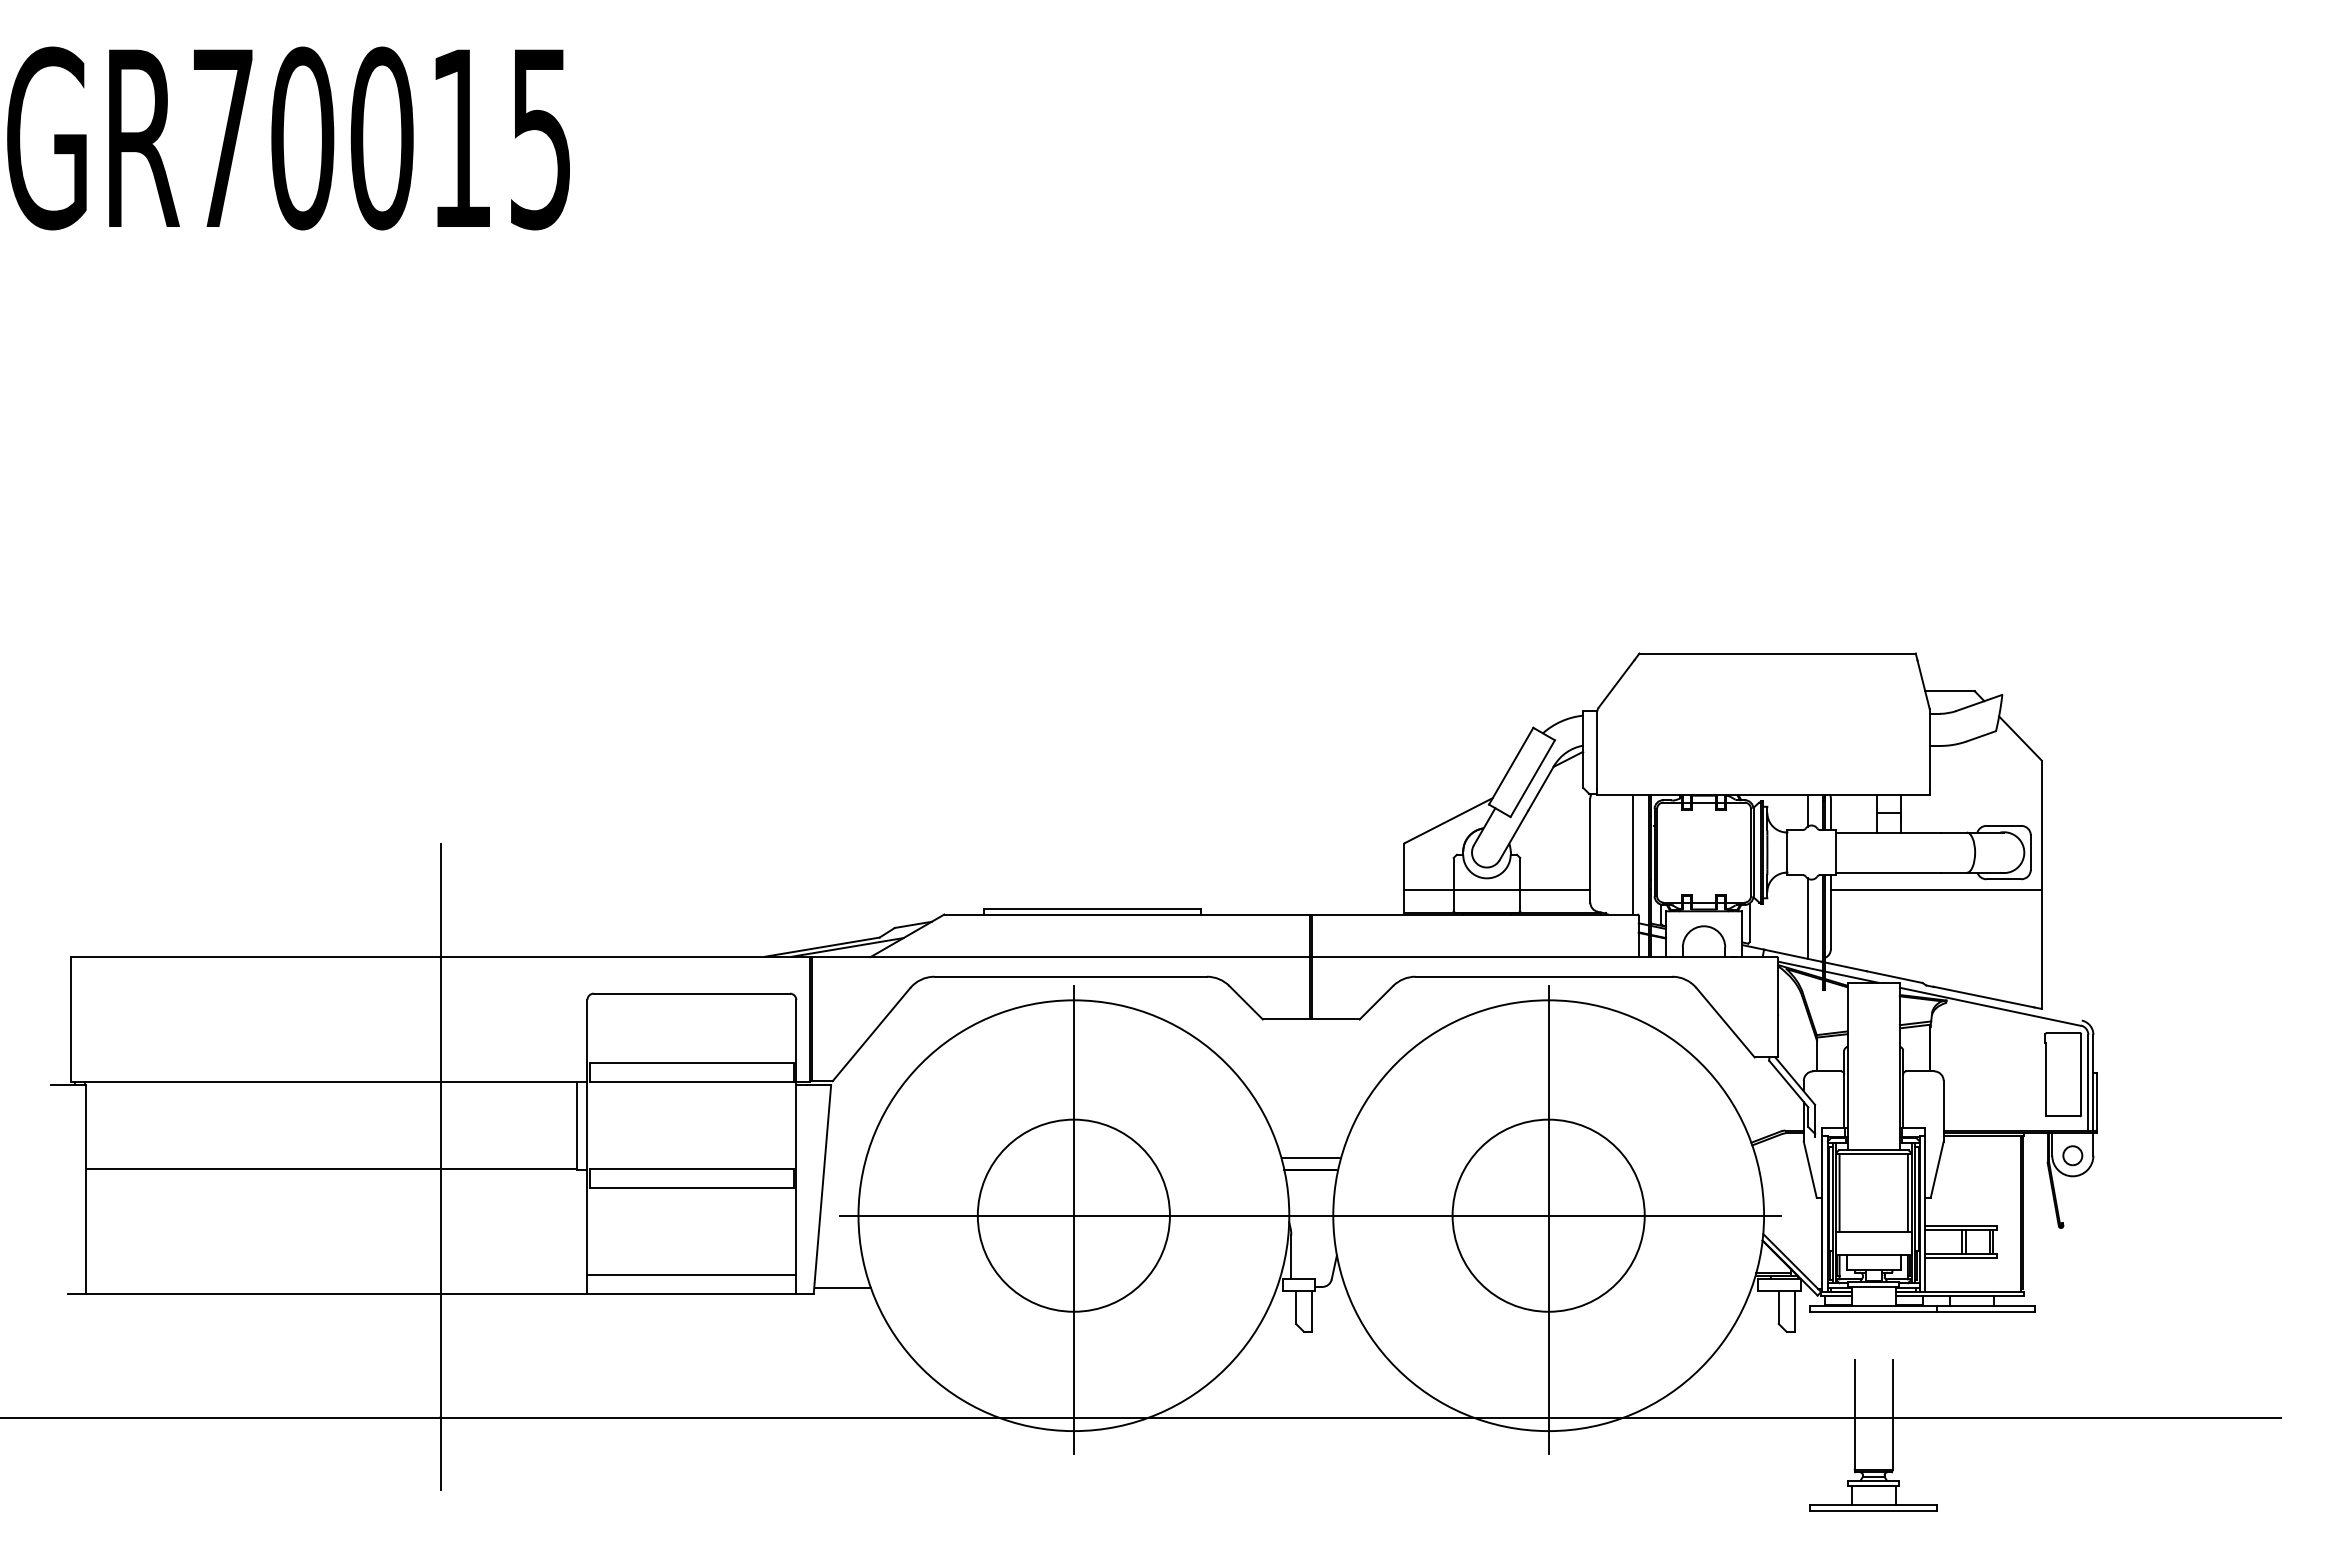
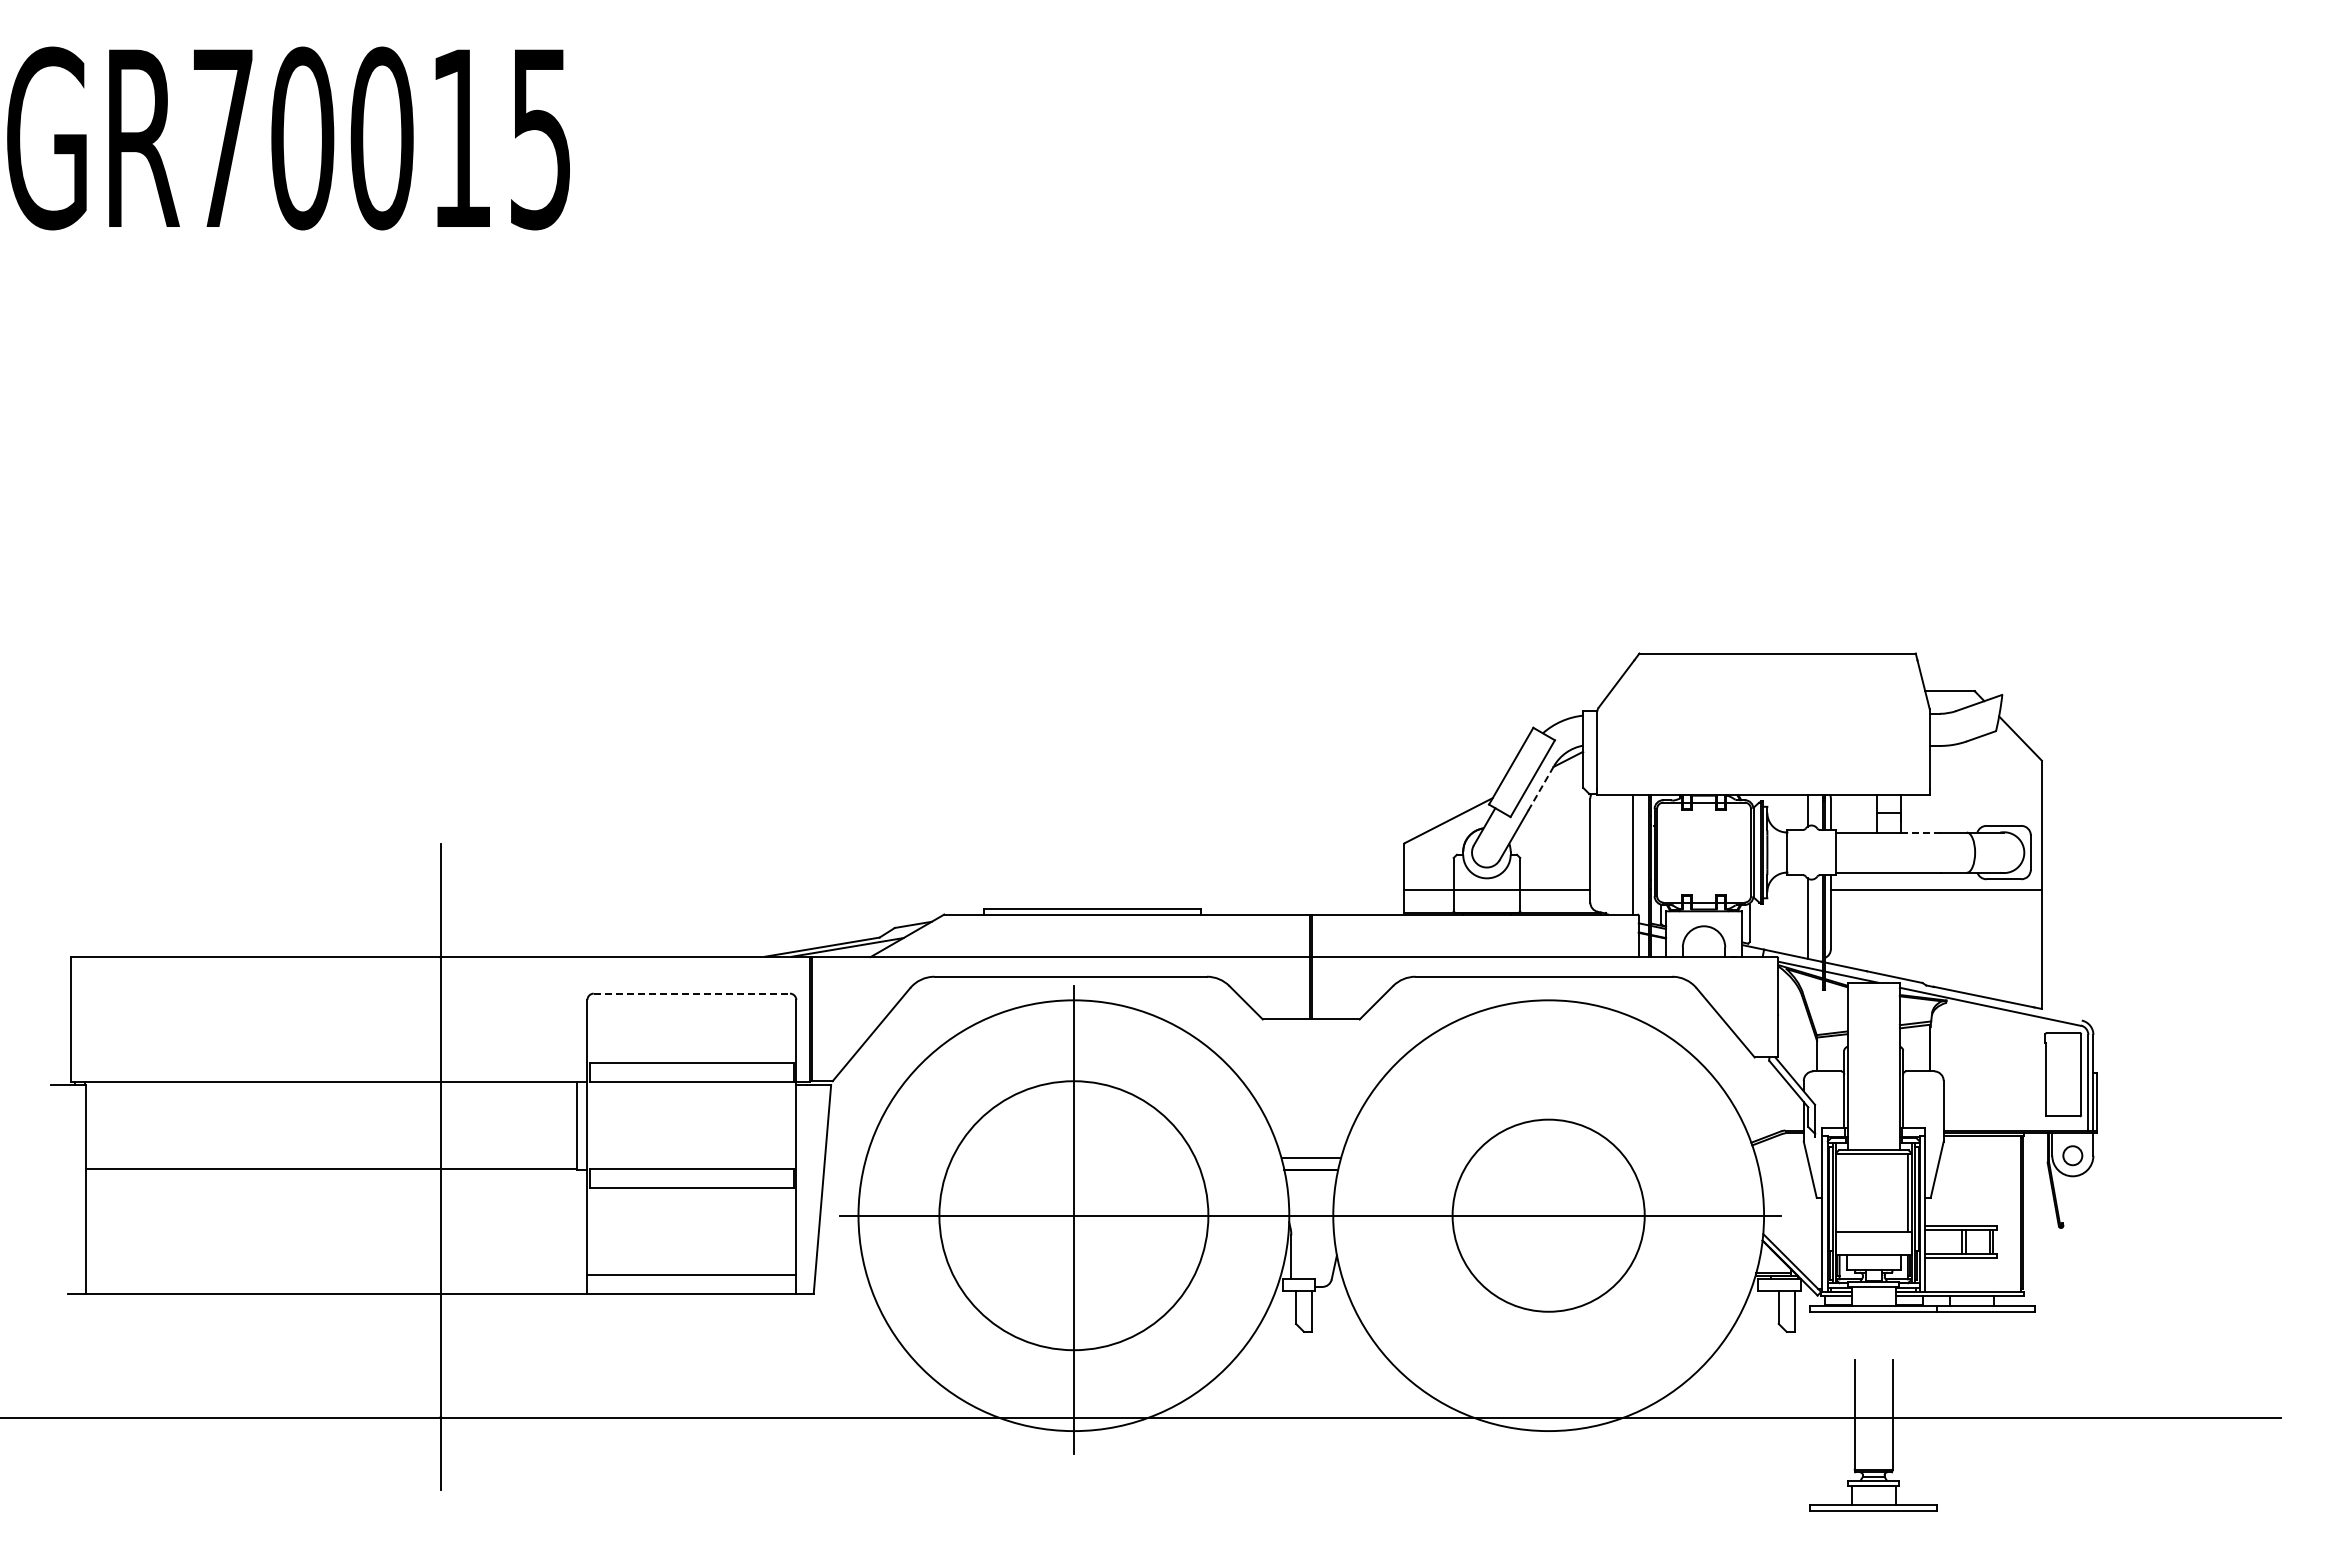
line at (1541, 788): solid -> dashed
line at (1920, 832): solid -> dashed
line at (692, 993): solid -> dashed
line at (1839, 1192): present -> none
circle at (1073, 1215) diameter: 192 px -> 269 px
line at (1548, 1219): present -> none
line at (842, 1288): present -> none
